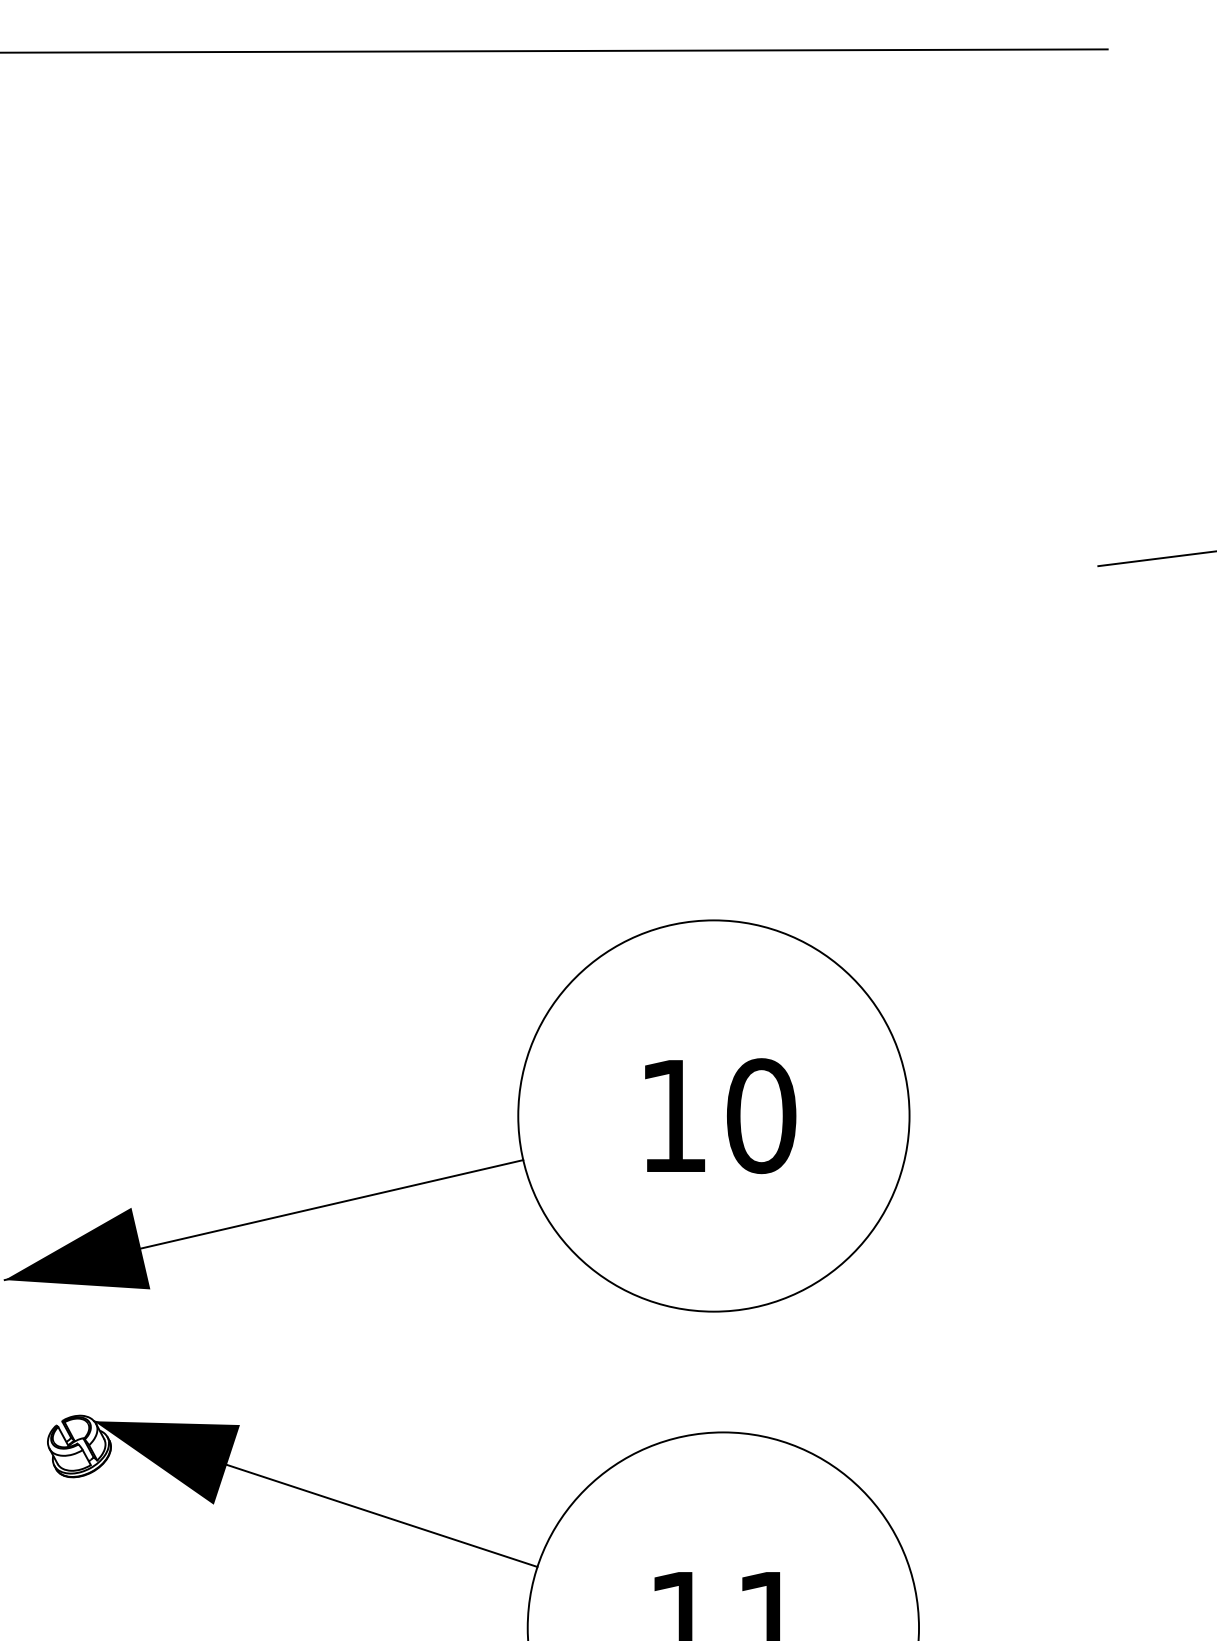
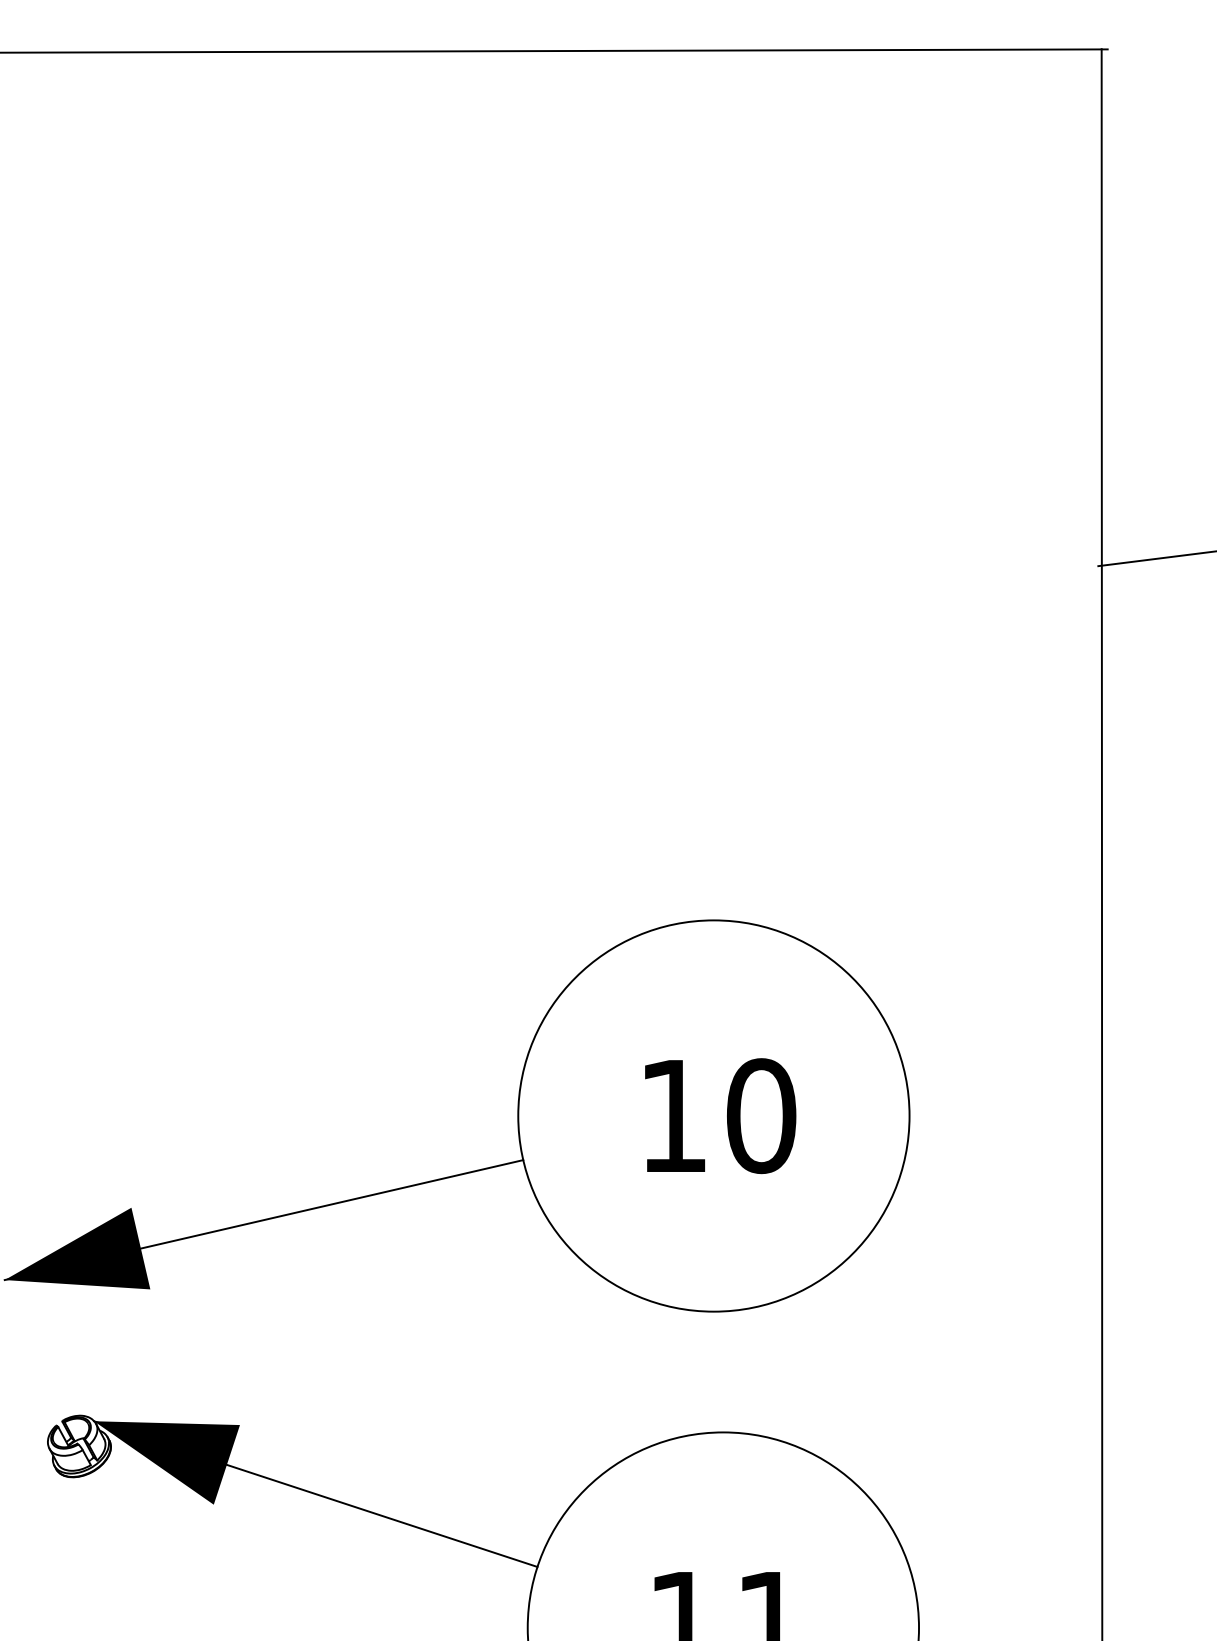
line at (1101, 843): none -> present
